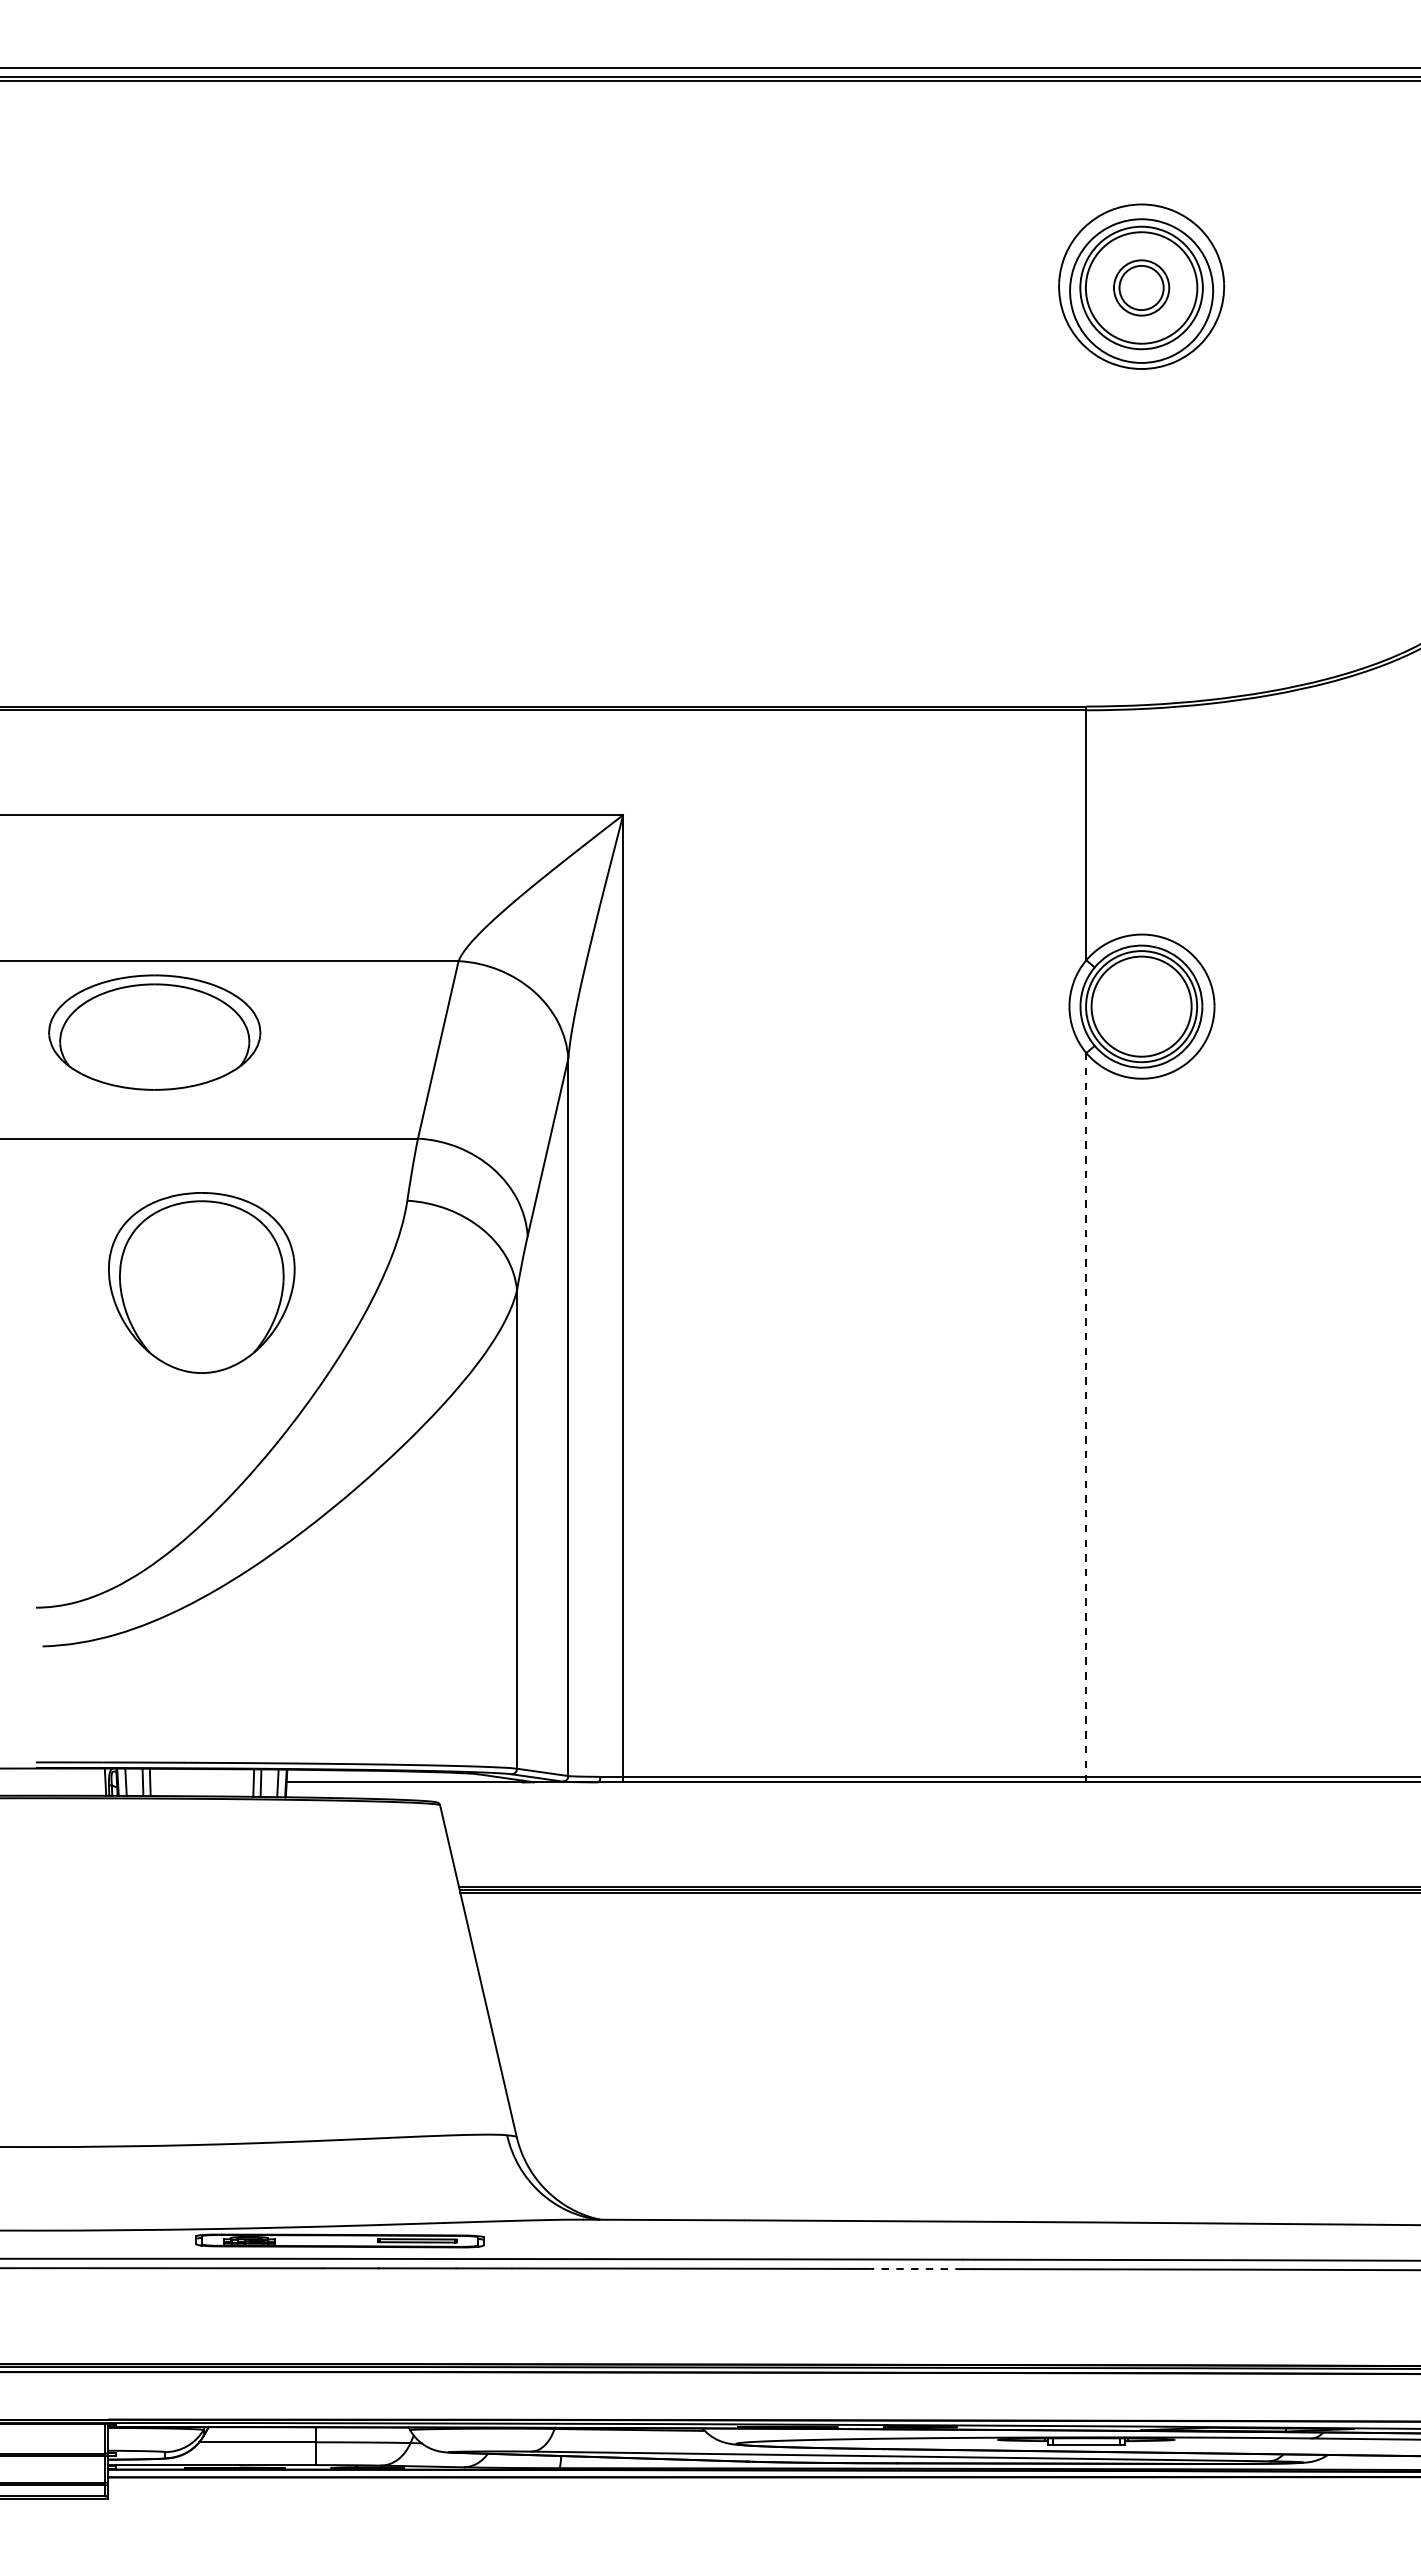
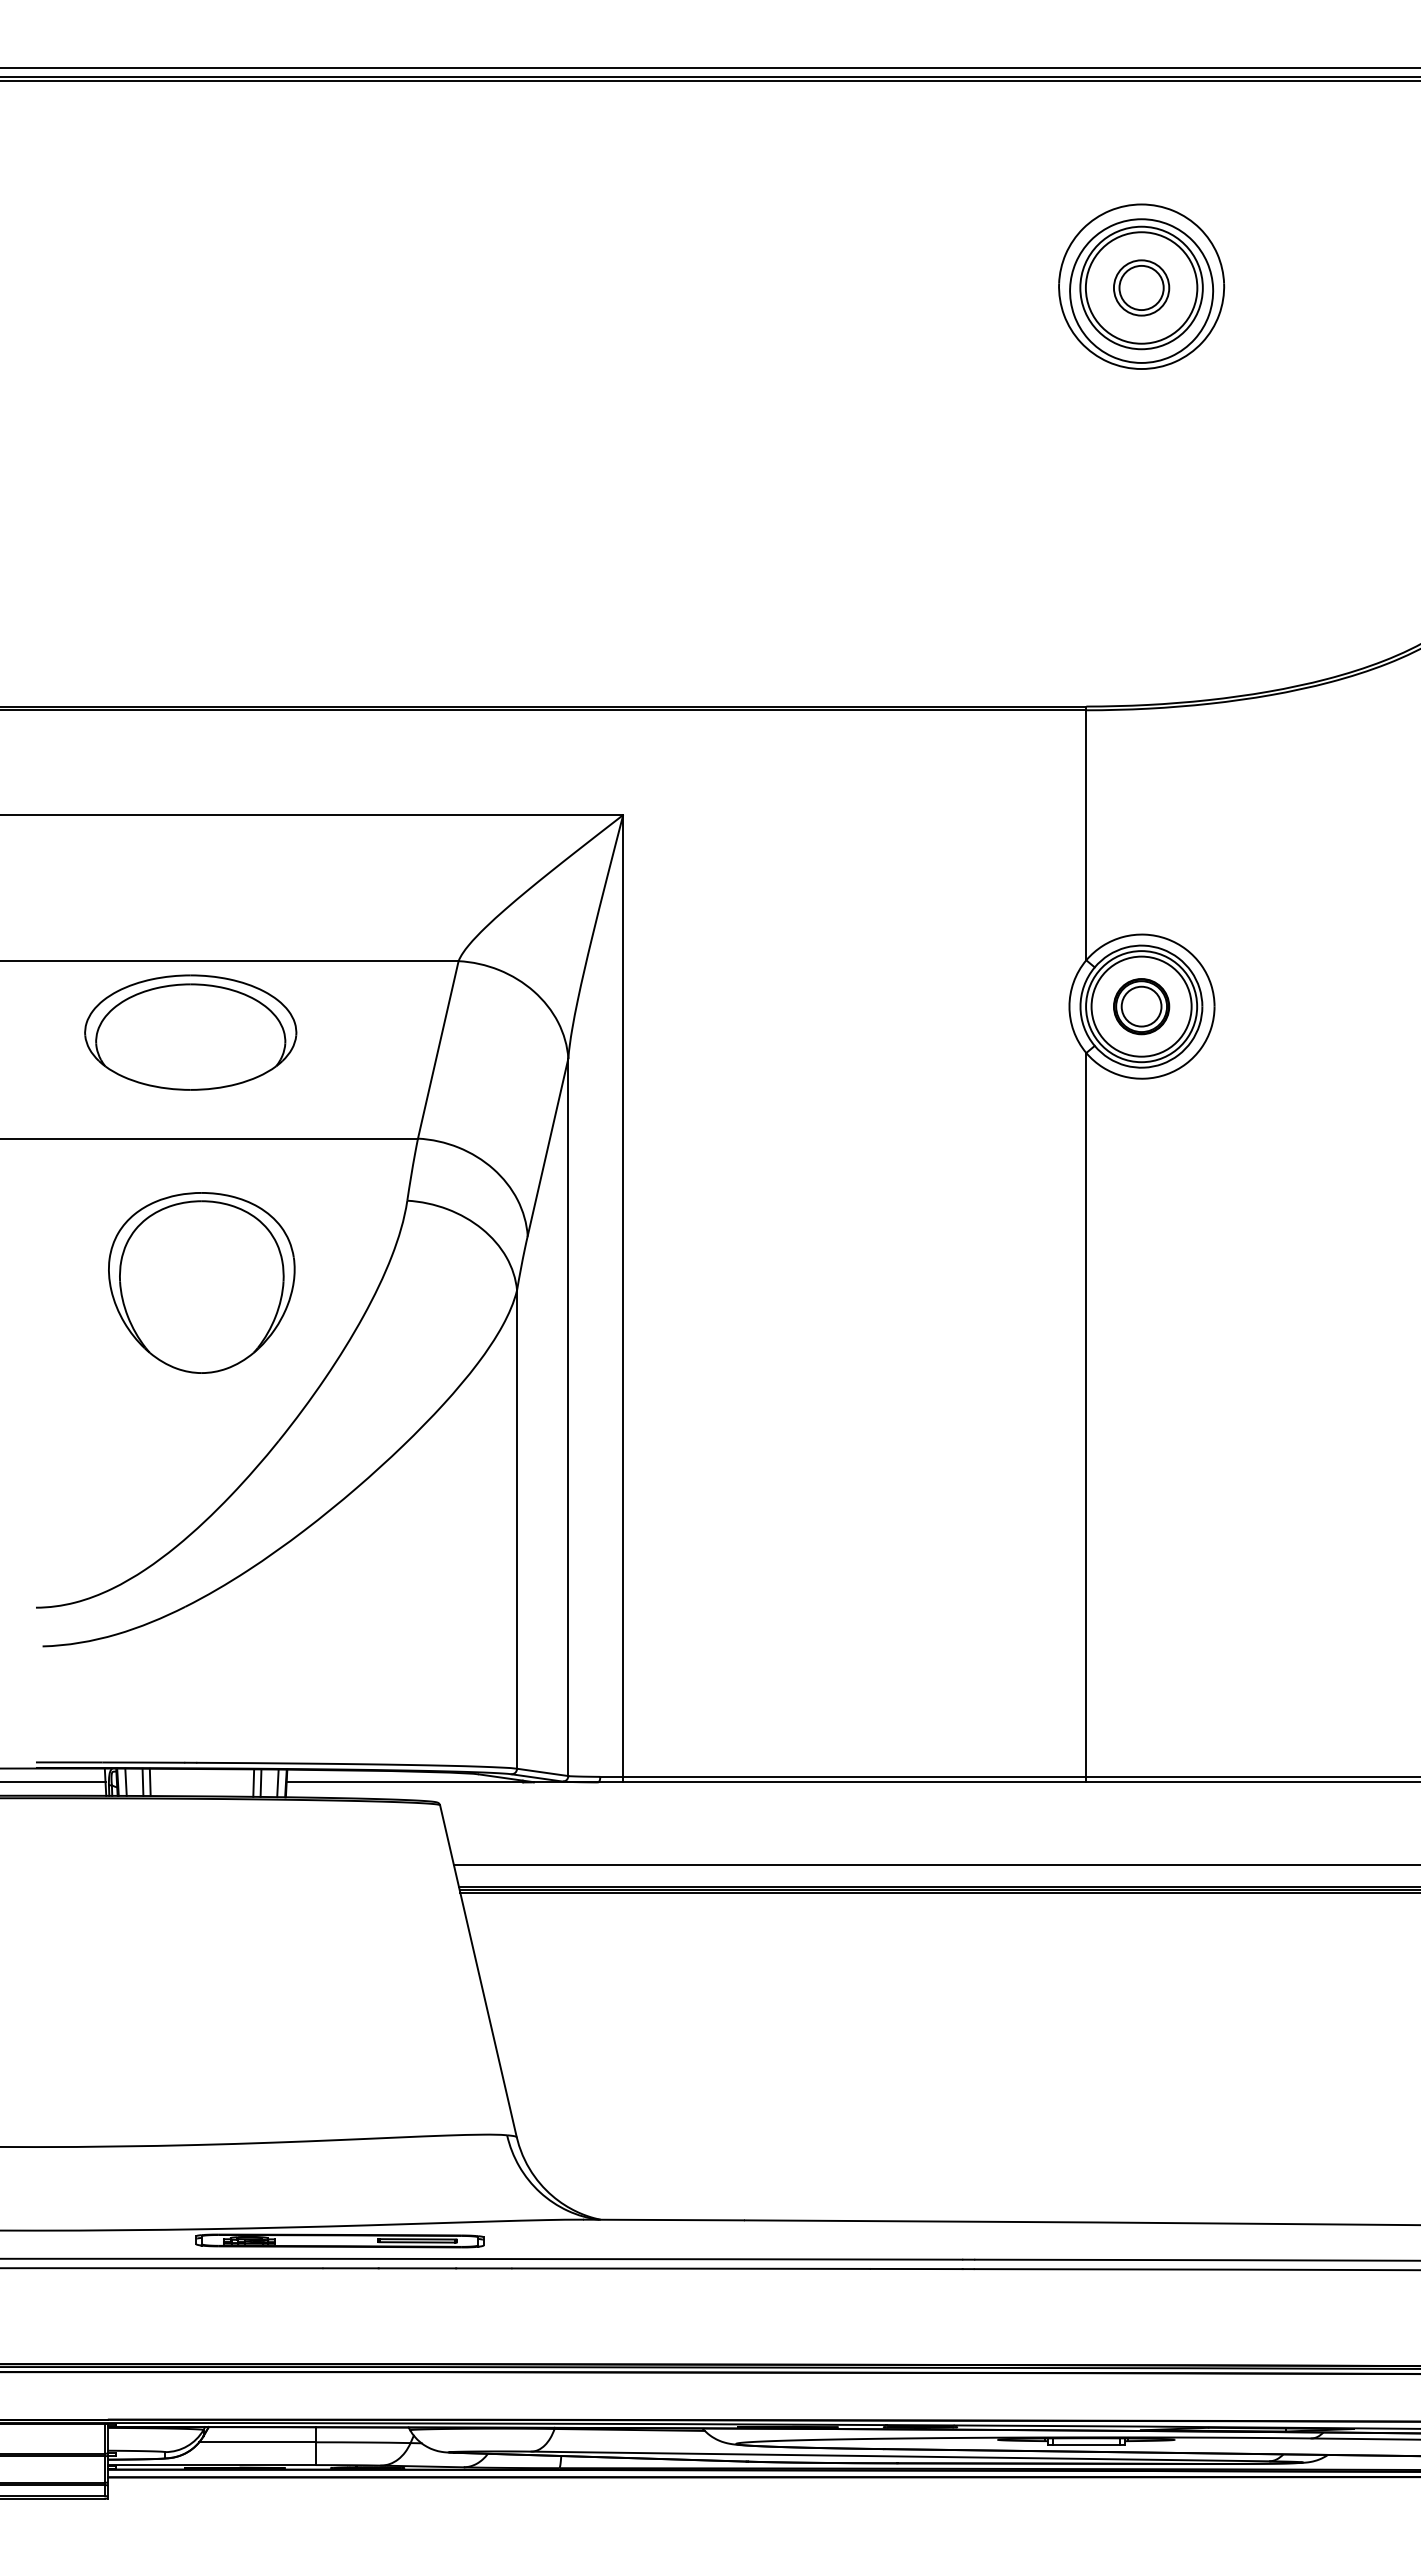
part at (1141, 1006): none -> present
part at (154, 1032) position: (154, 1032) -> (190, 1032)
line at (1086, 1417): dashed -> solid
line at (53, 1782): none -> present
line at (935, 1865): none -> present
line at (916, 2269): dashed -> solid
